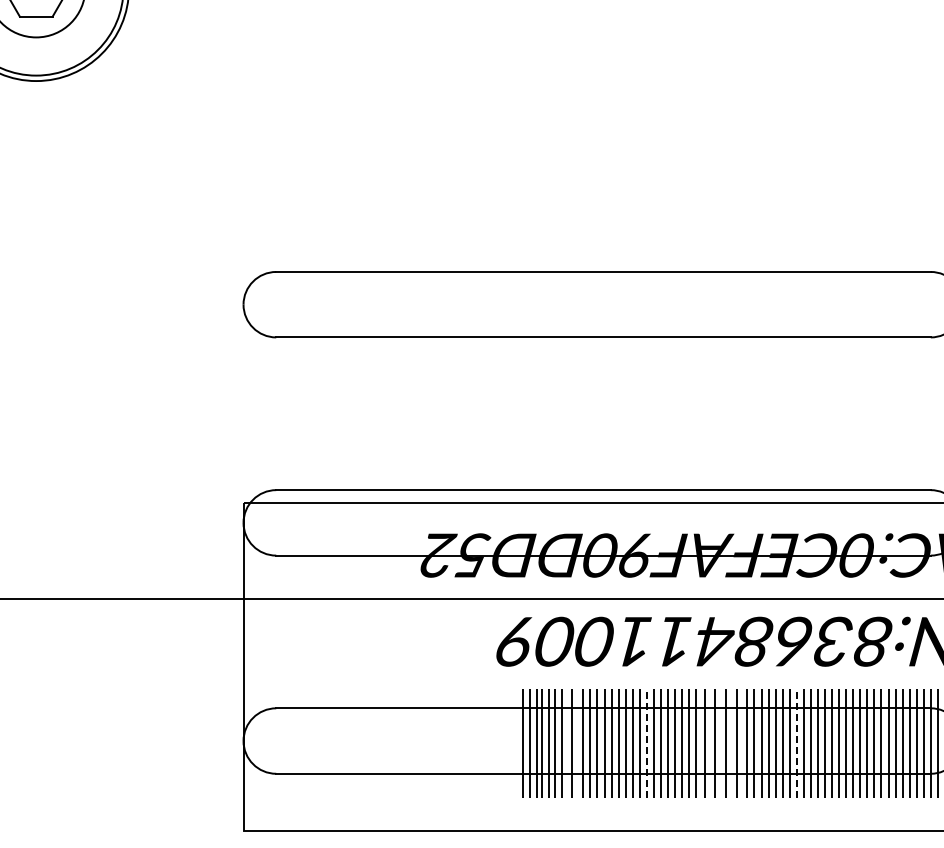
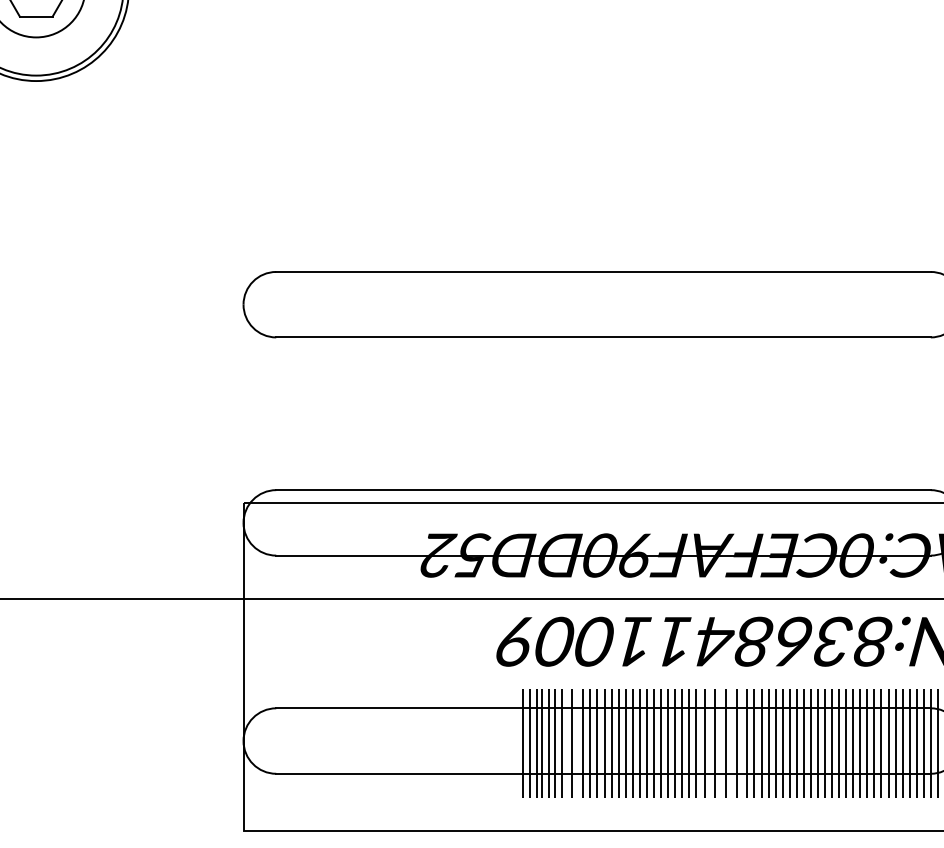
line at (646, 743): dashed -> solid
line at (796, 743): dashed -> solid
